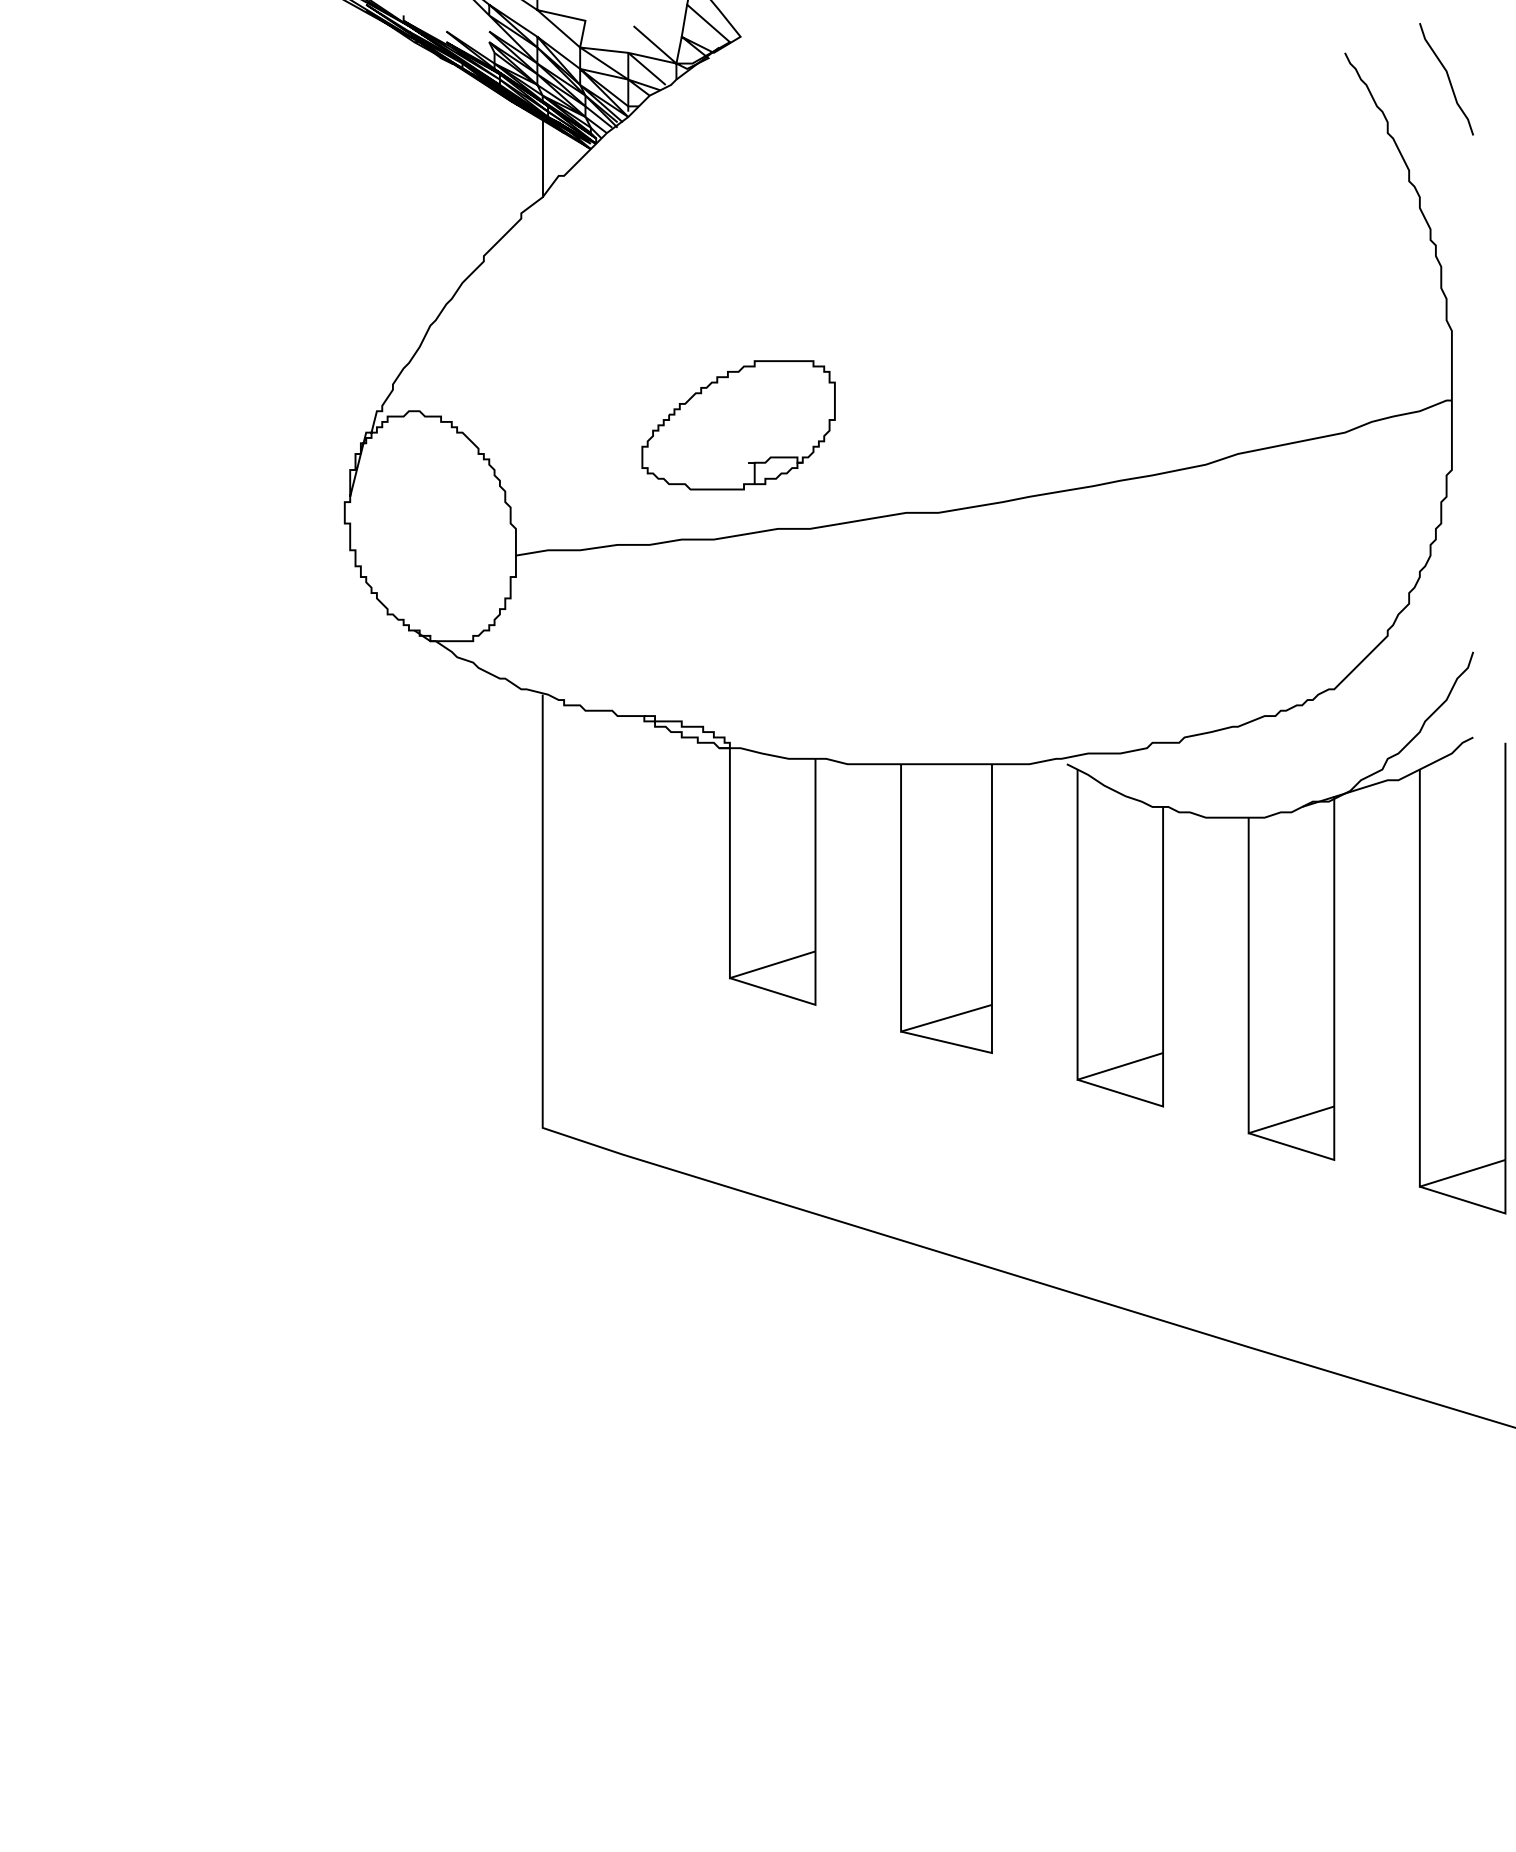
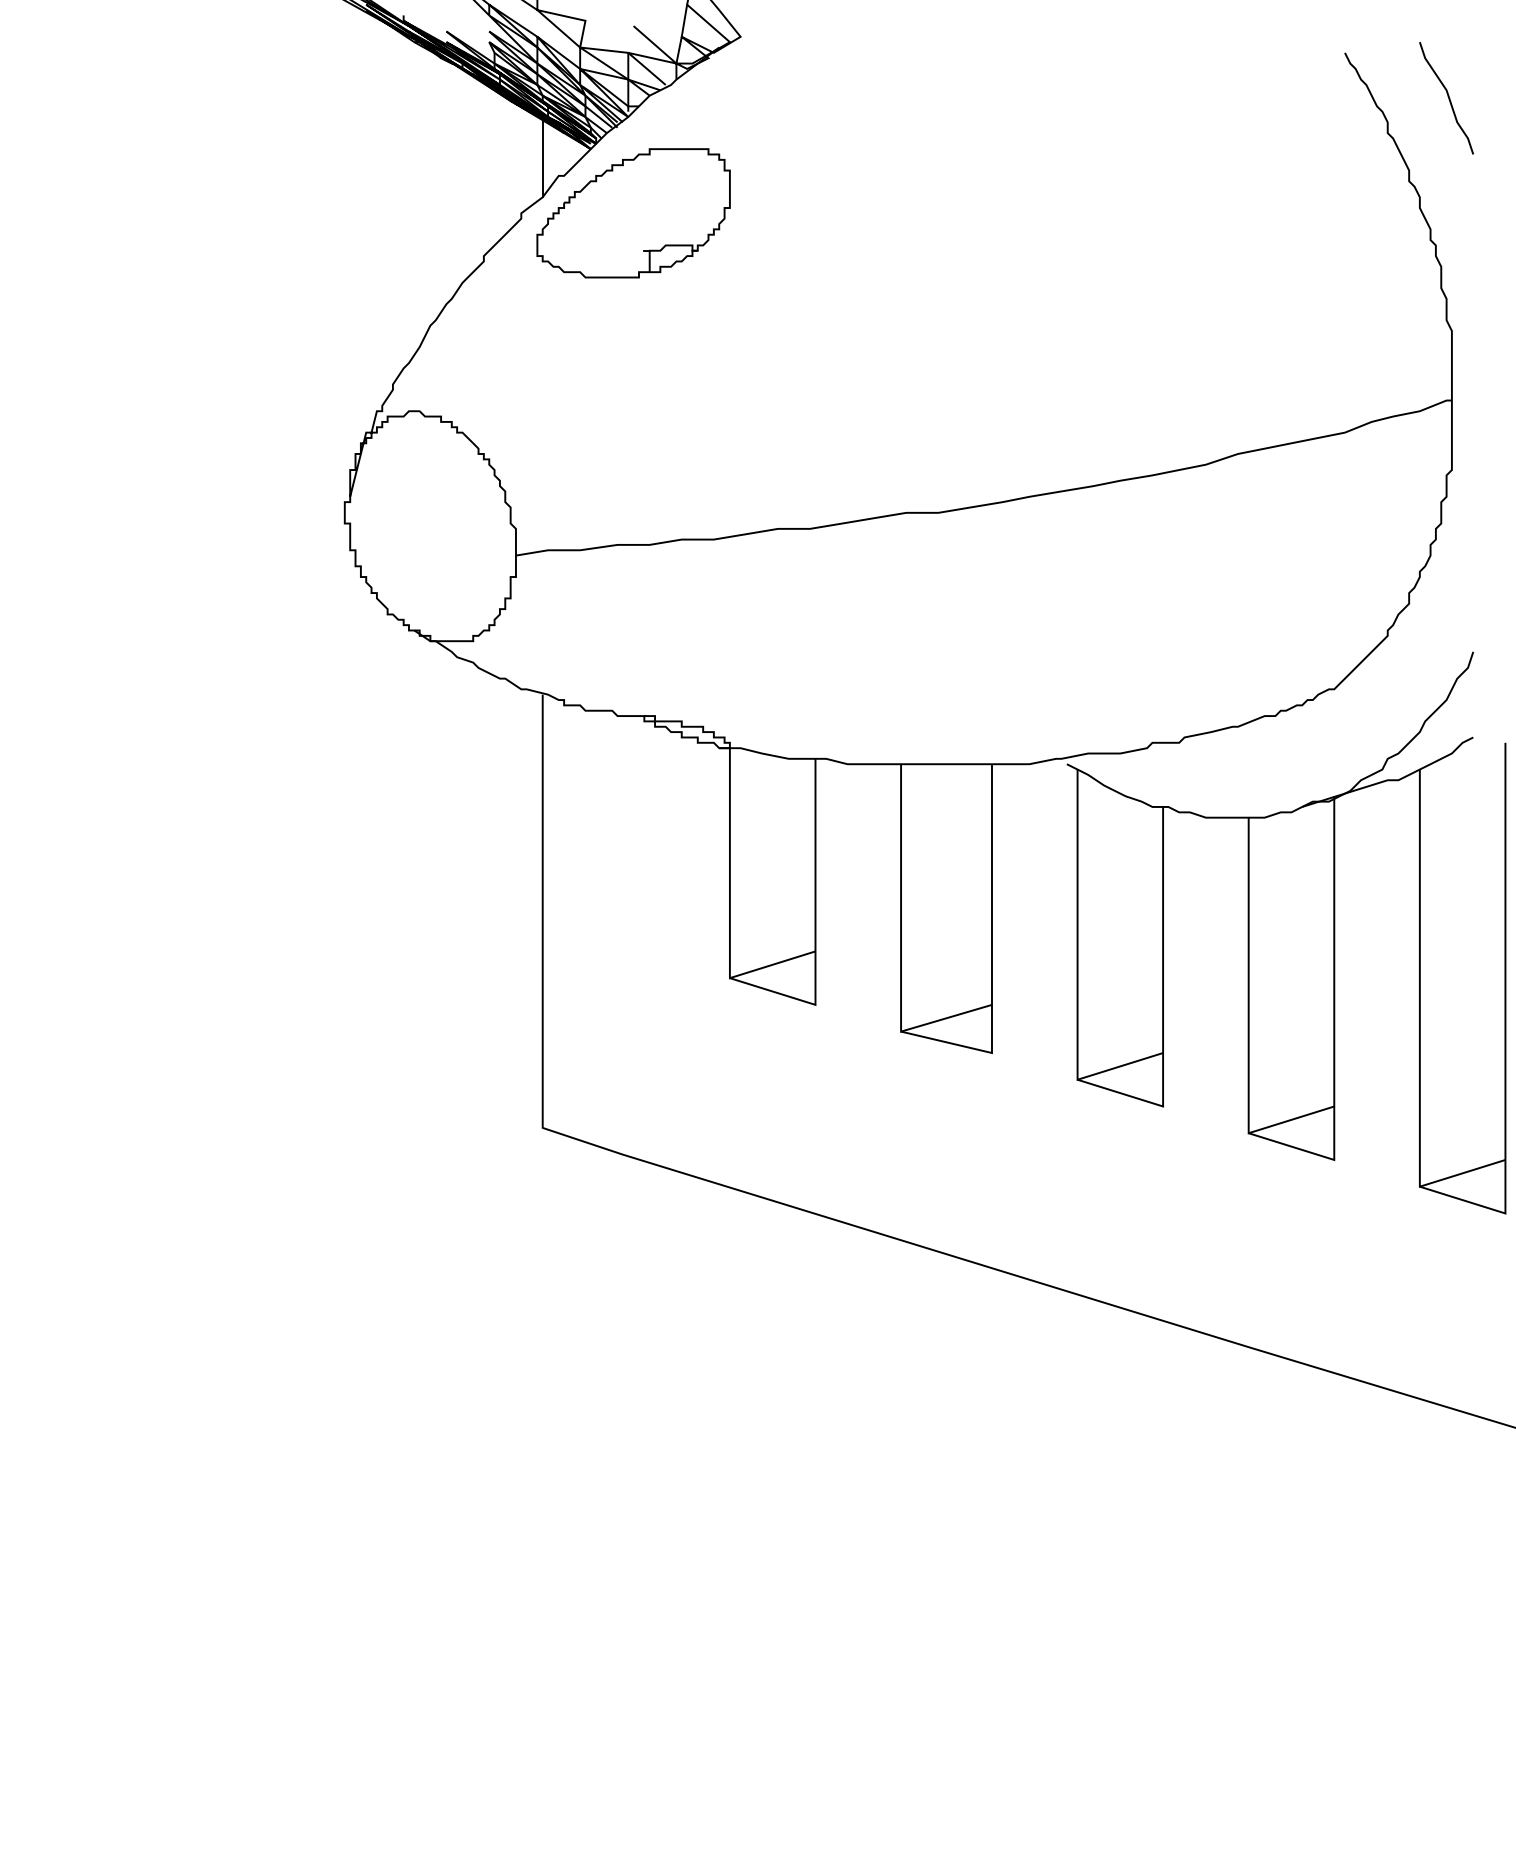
curve at (1448, 79) position: (1448, 79) -> (1448, 98)
part at (738, 425) position: (738, 425) -> (633, 213)
